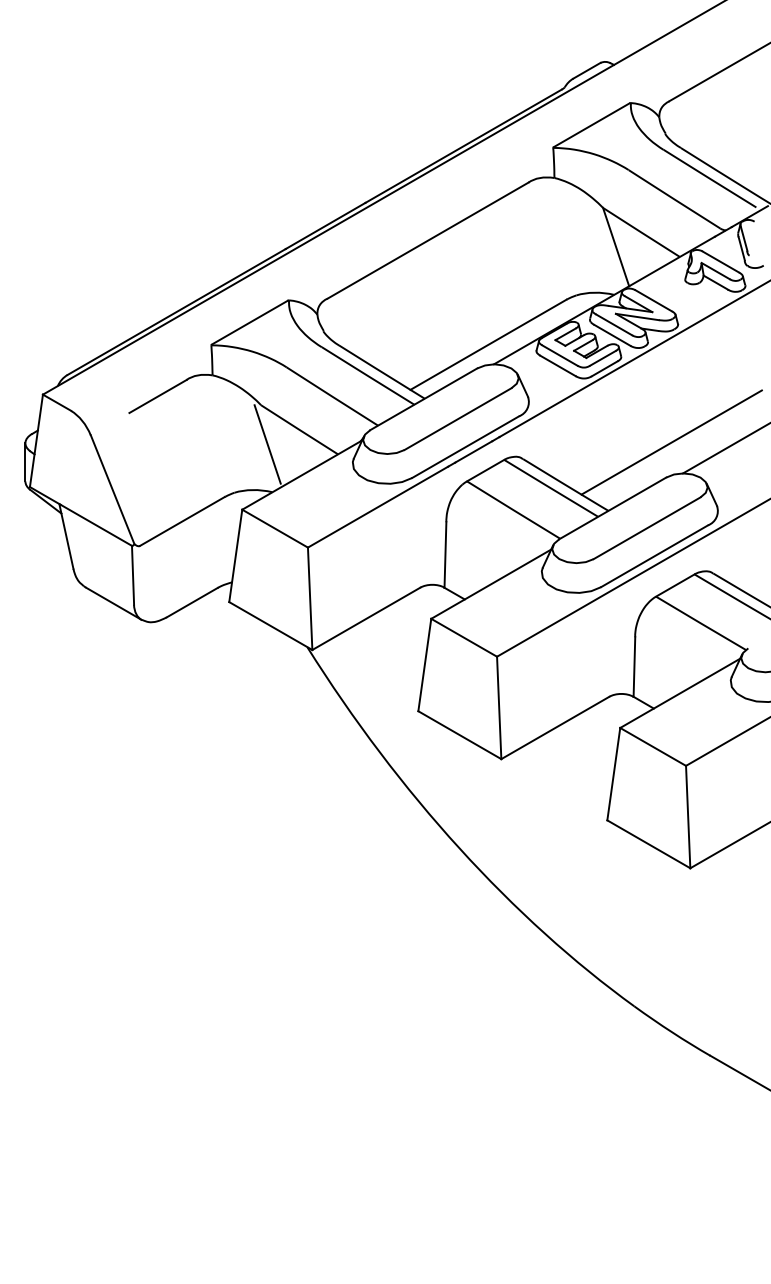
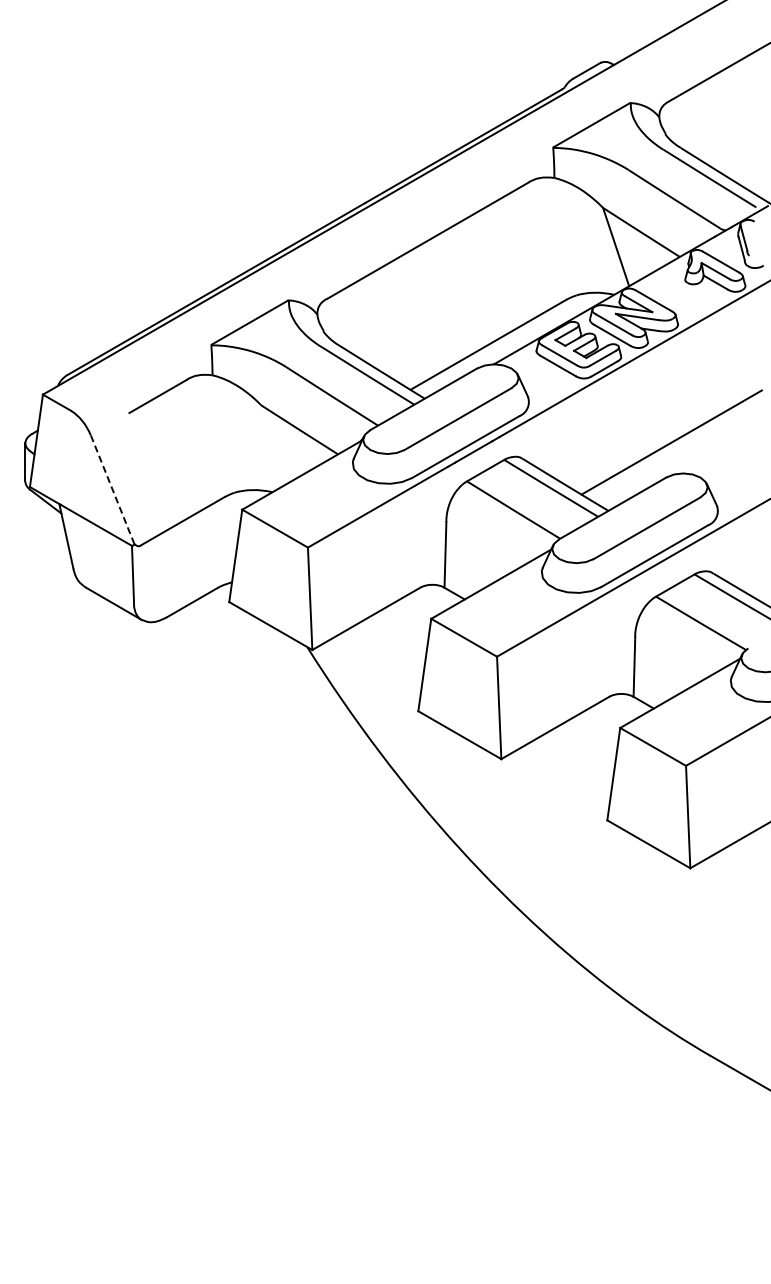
line at (267, 444): present -> none
line at (725, 448): present -> none
line at (112, 489): solid -> dashed
